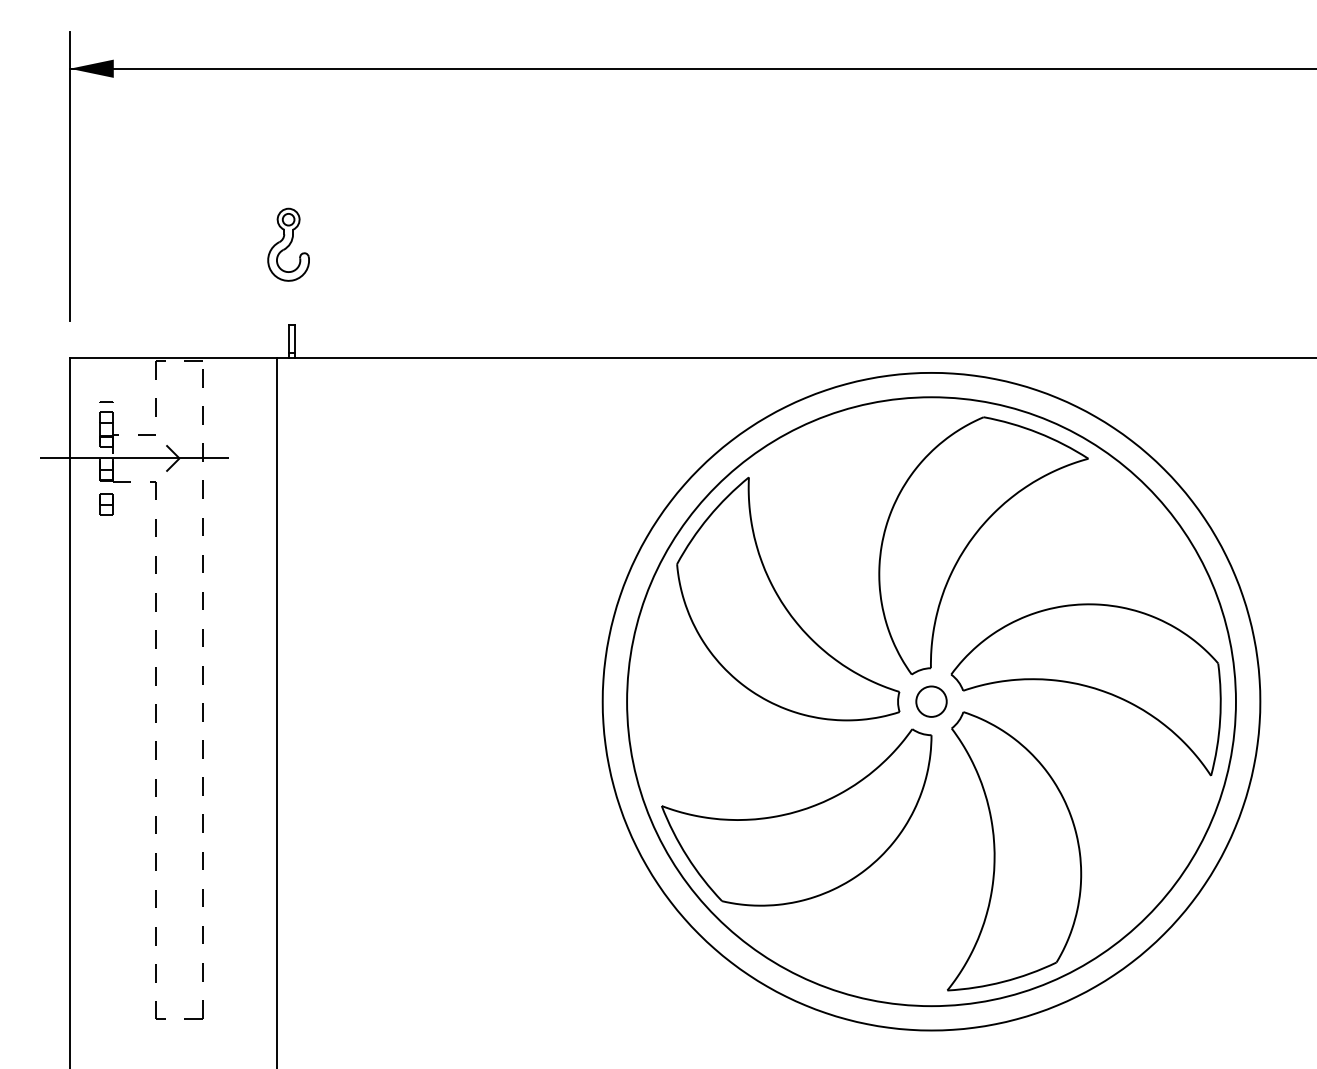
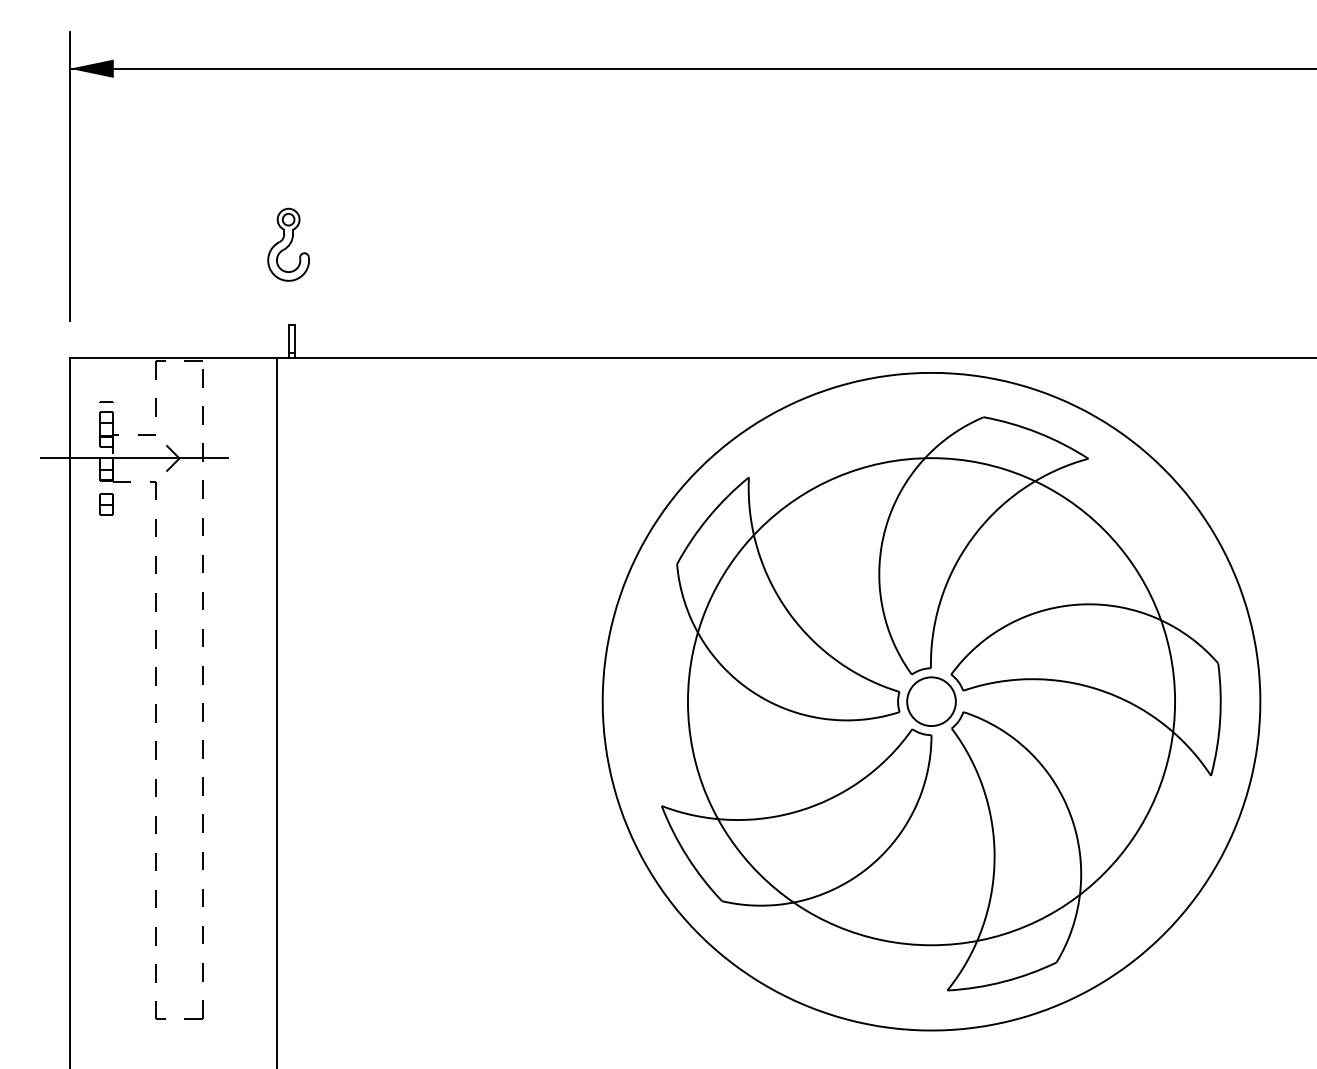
circle at (931, 701) diameter: 30 px -> 49 px
circle at (931, 701) diameter: 609 px -> 487 px
